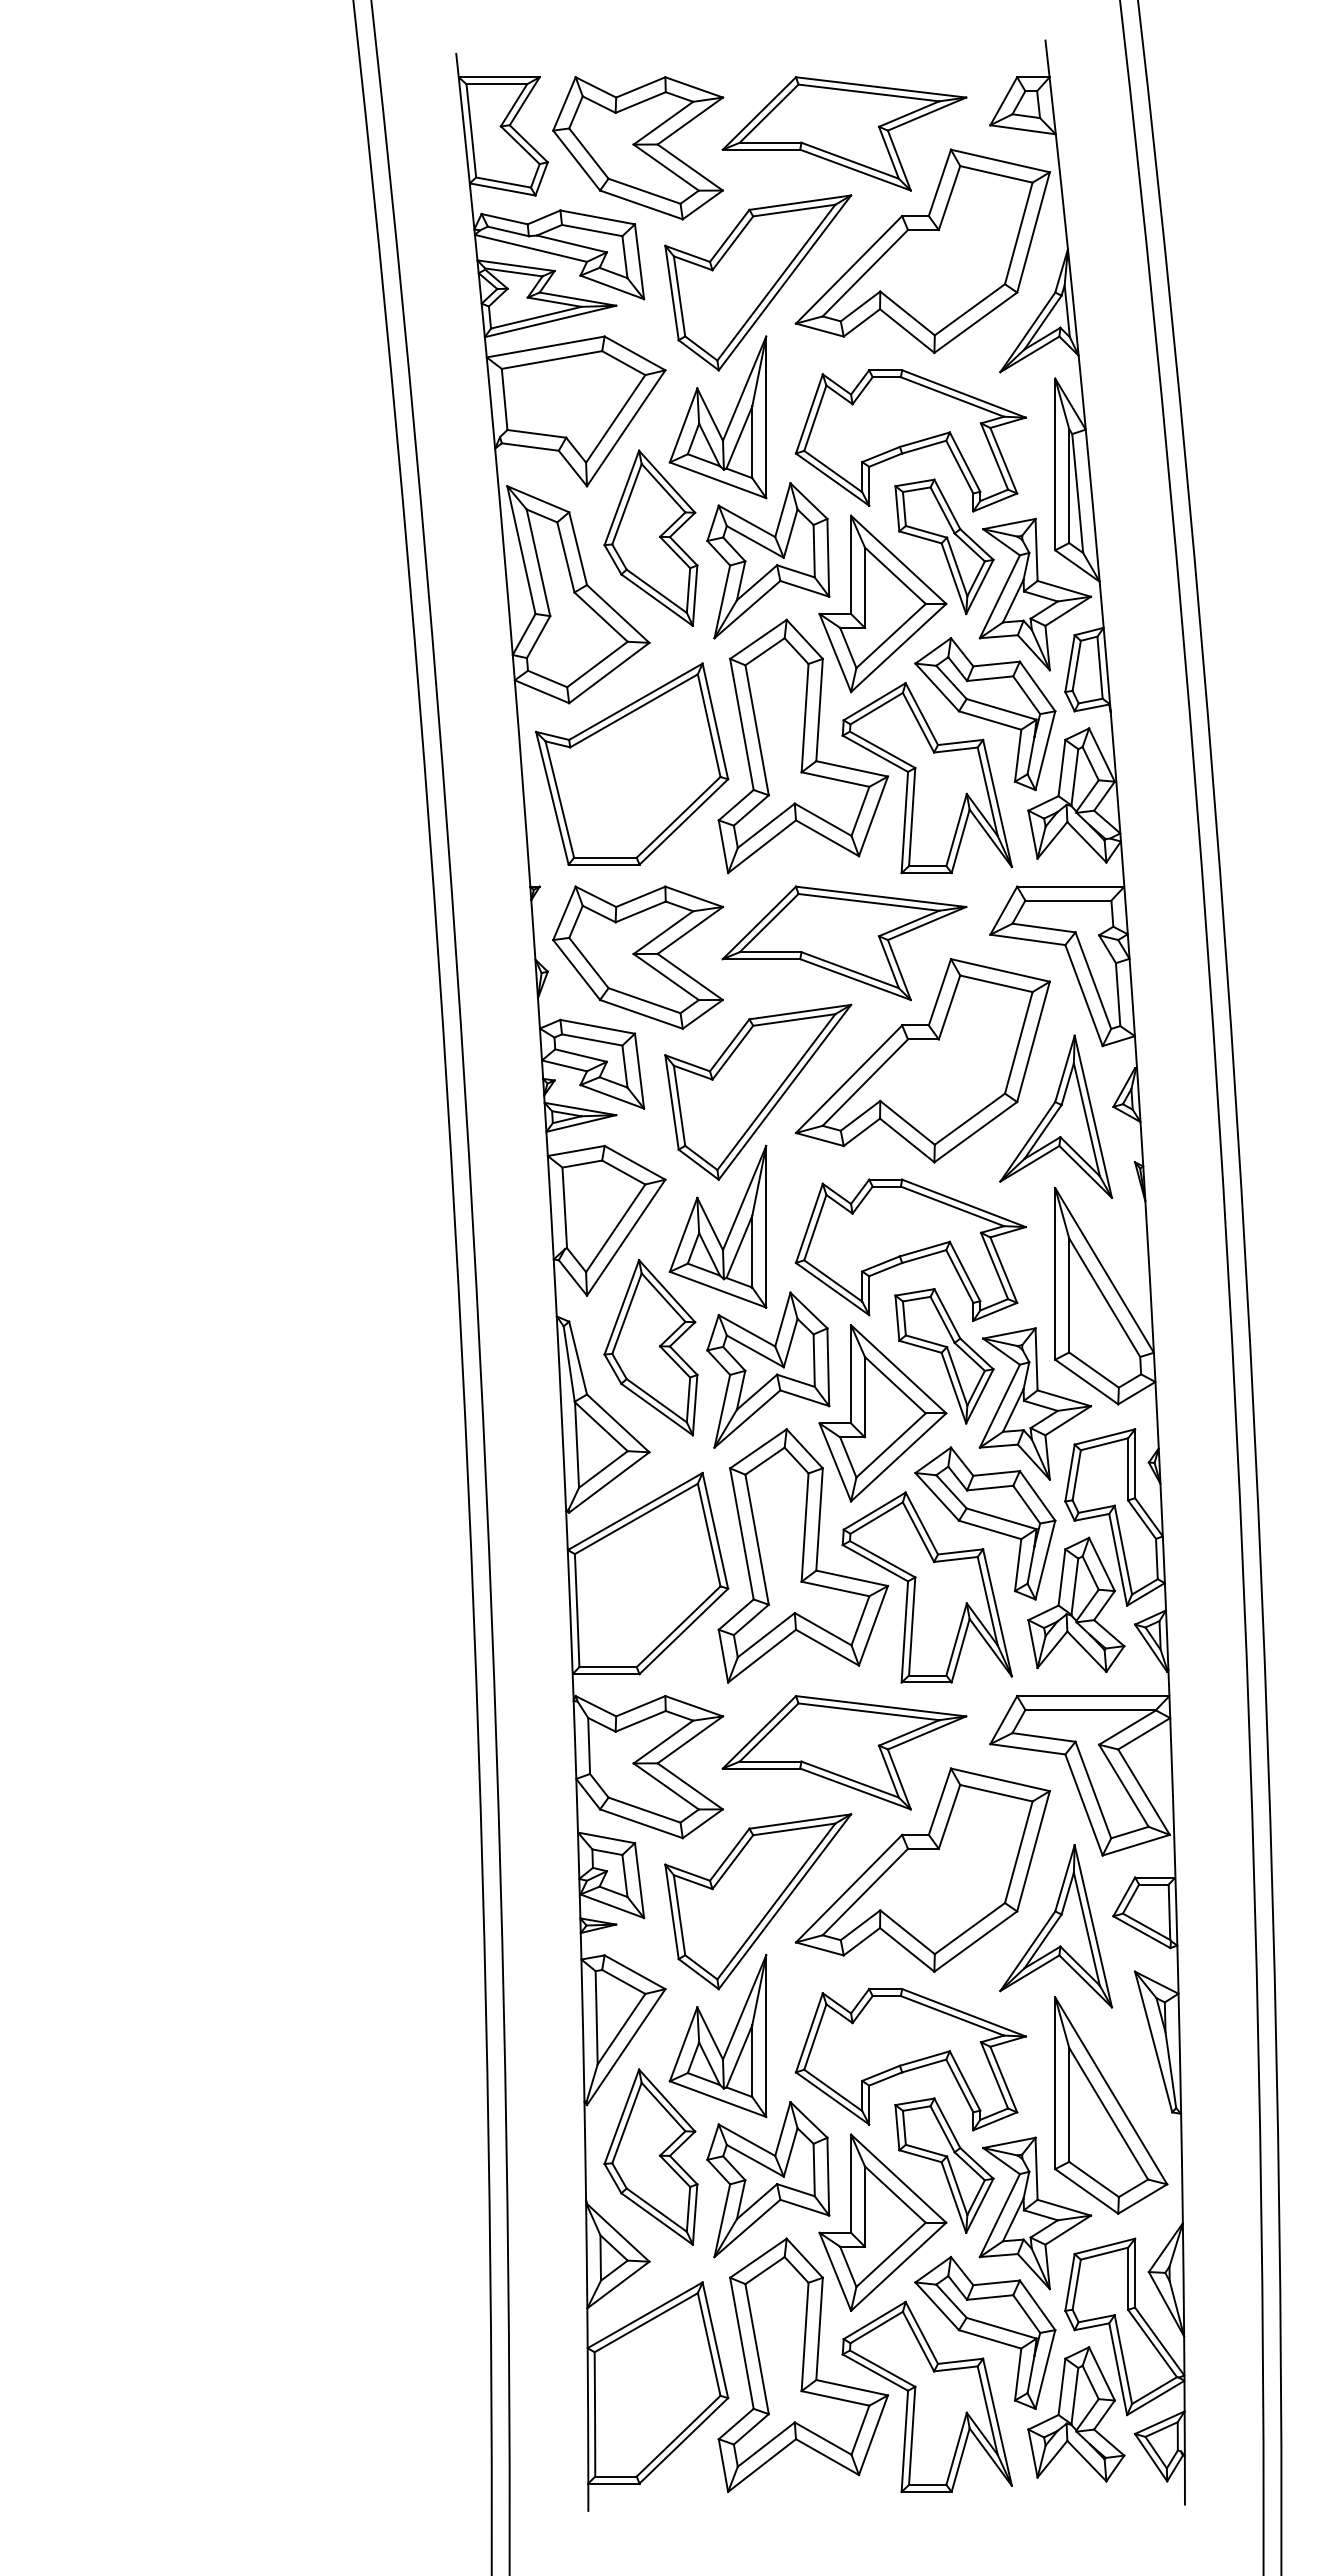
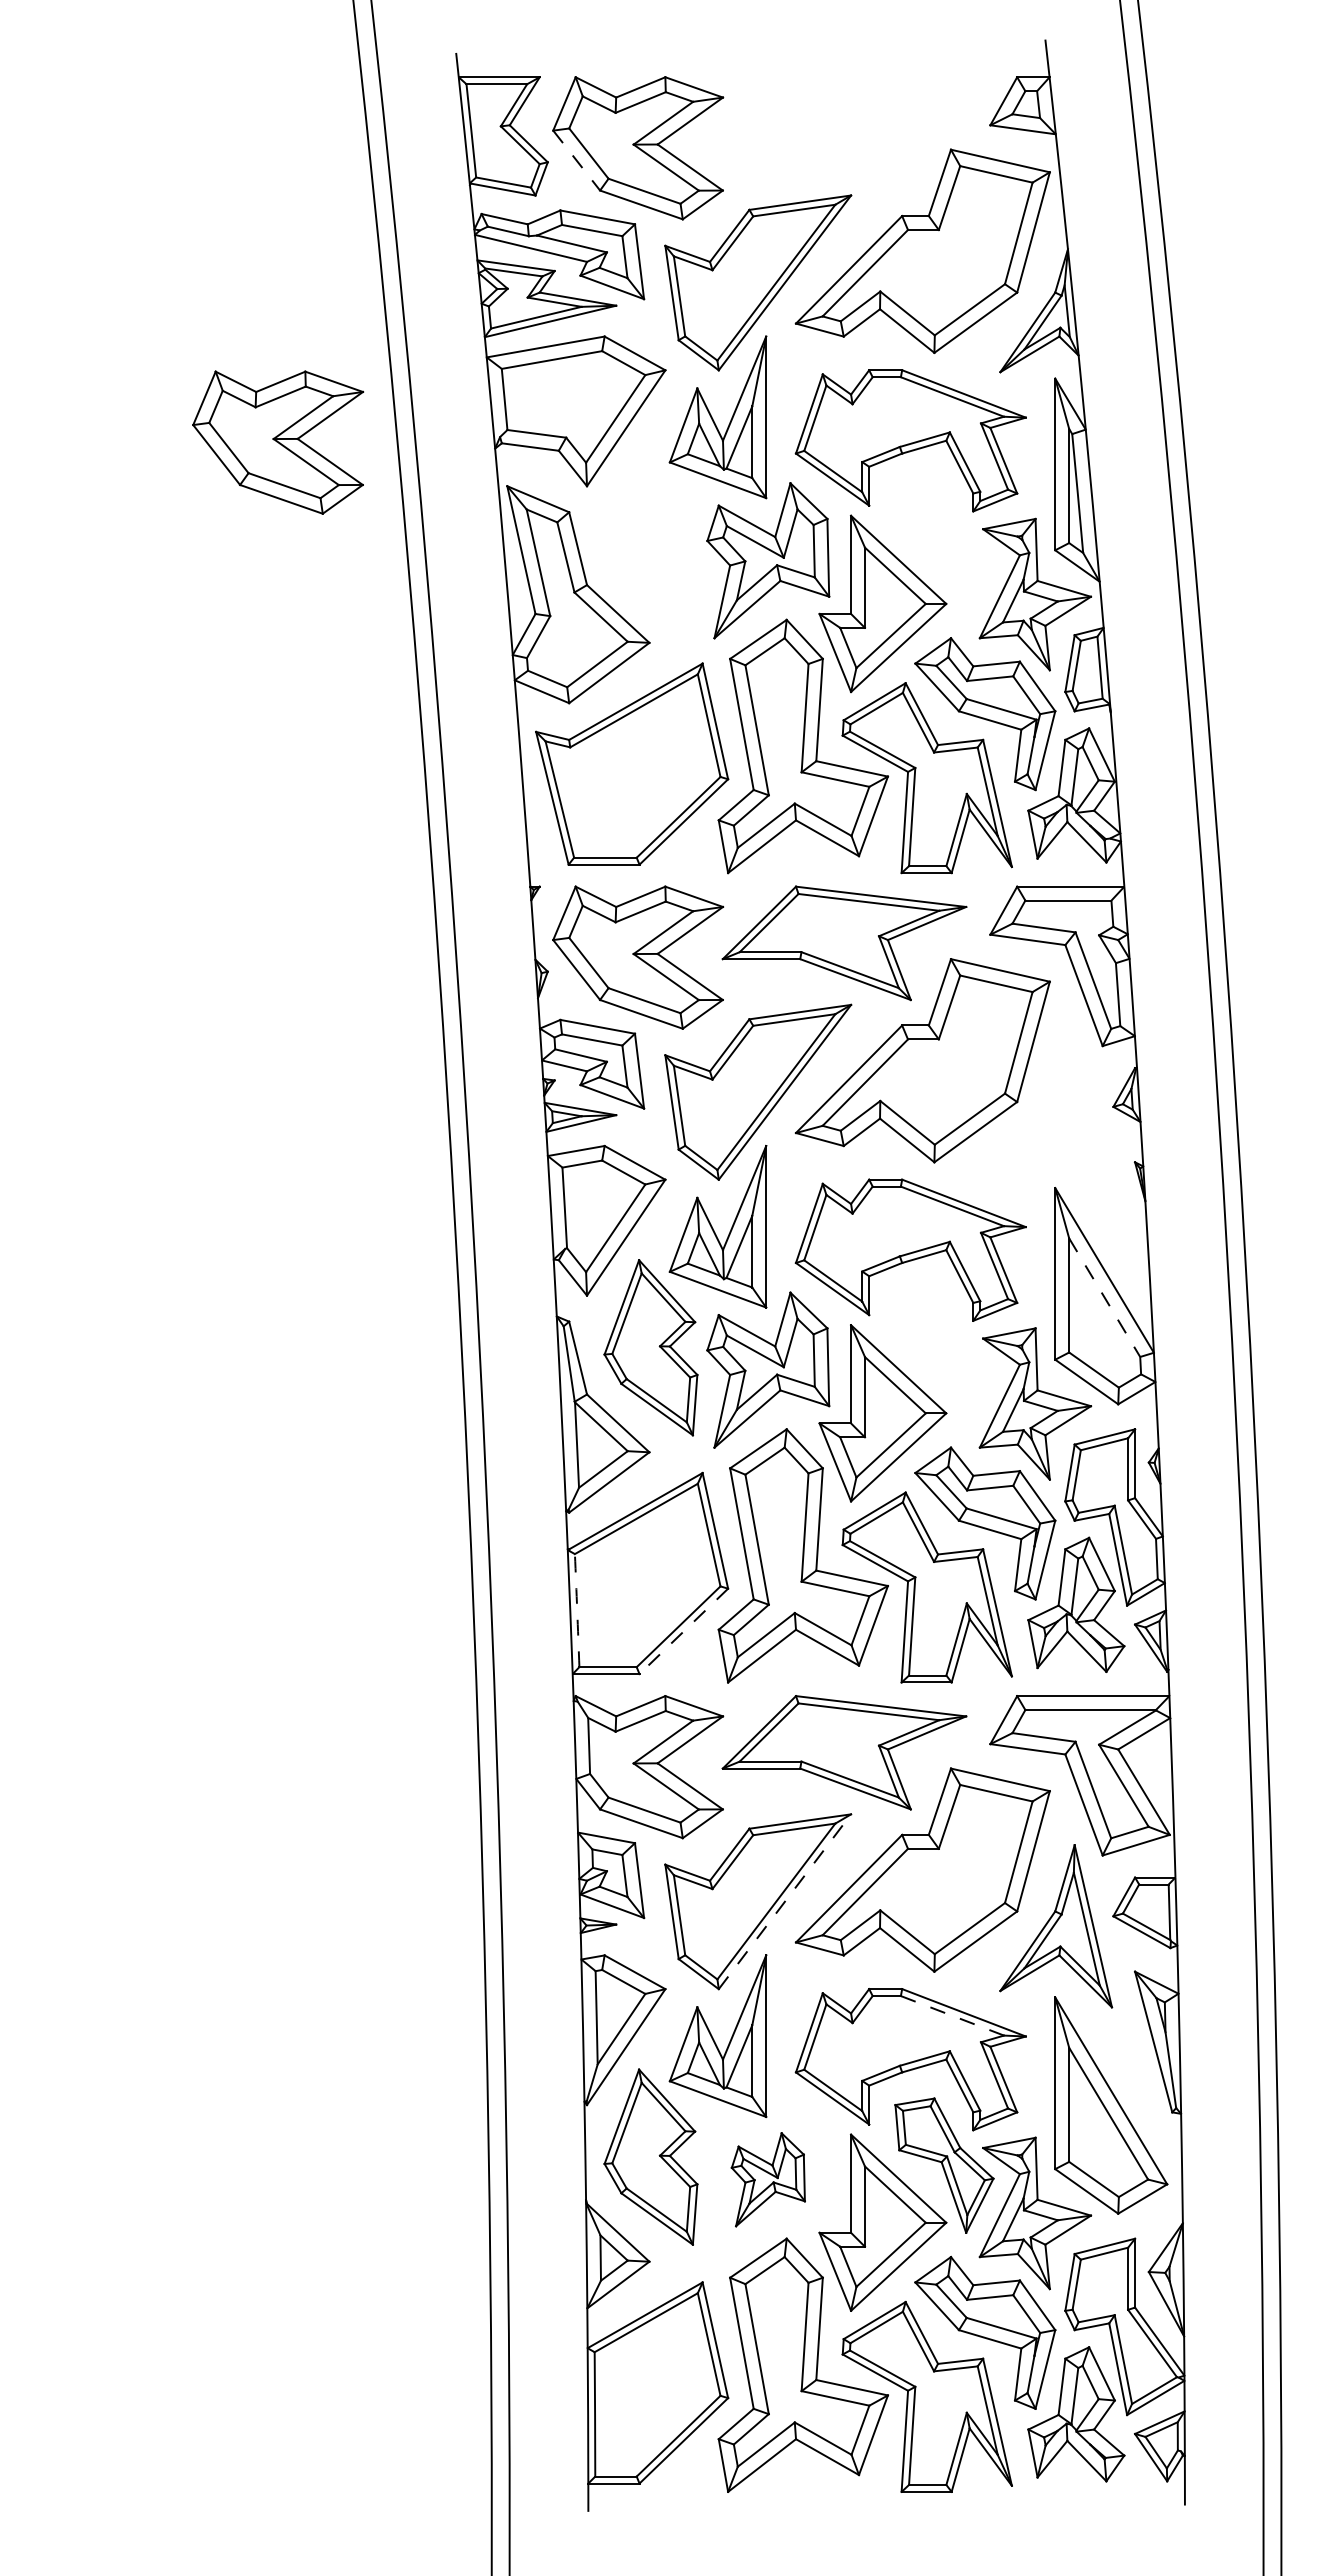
part at (844, 133): present -> none
line at (576, 160): solid -> dashed
part at (278, 442): none -> present
part at (650, 537): present -> none
part at (944, 546): present -> none
part at (1055, 1116): present -> none
line at (1104, 1298): solid -> dashed
part at (944, 1356): present -> none
arc at (577, 1610): solid -> dashed
line at (683, 1631): solid -> dashed
line at (784, 1901): solid -> dashed
line at (952, 2016): solid -> dashed
part at (768, 2179) size: 125x158 px -> 76x96 px
